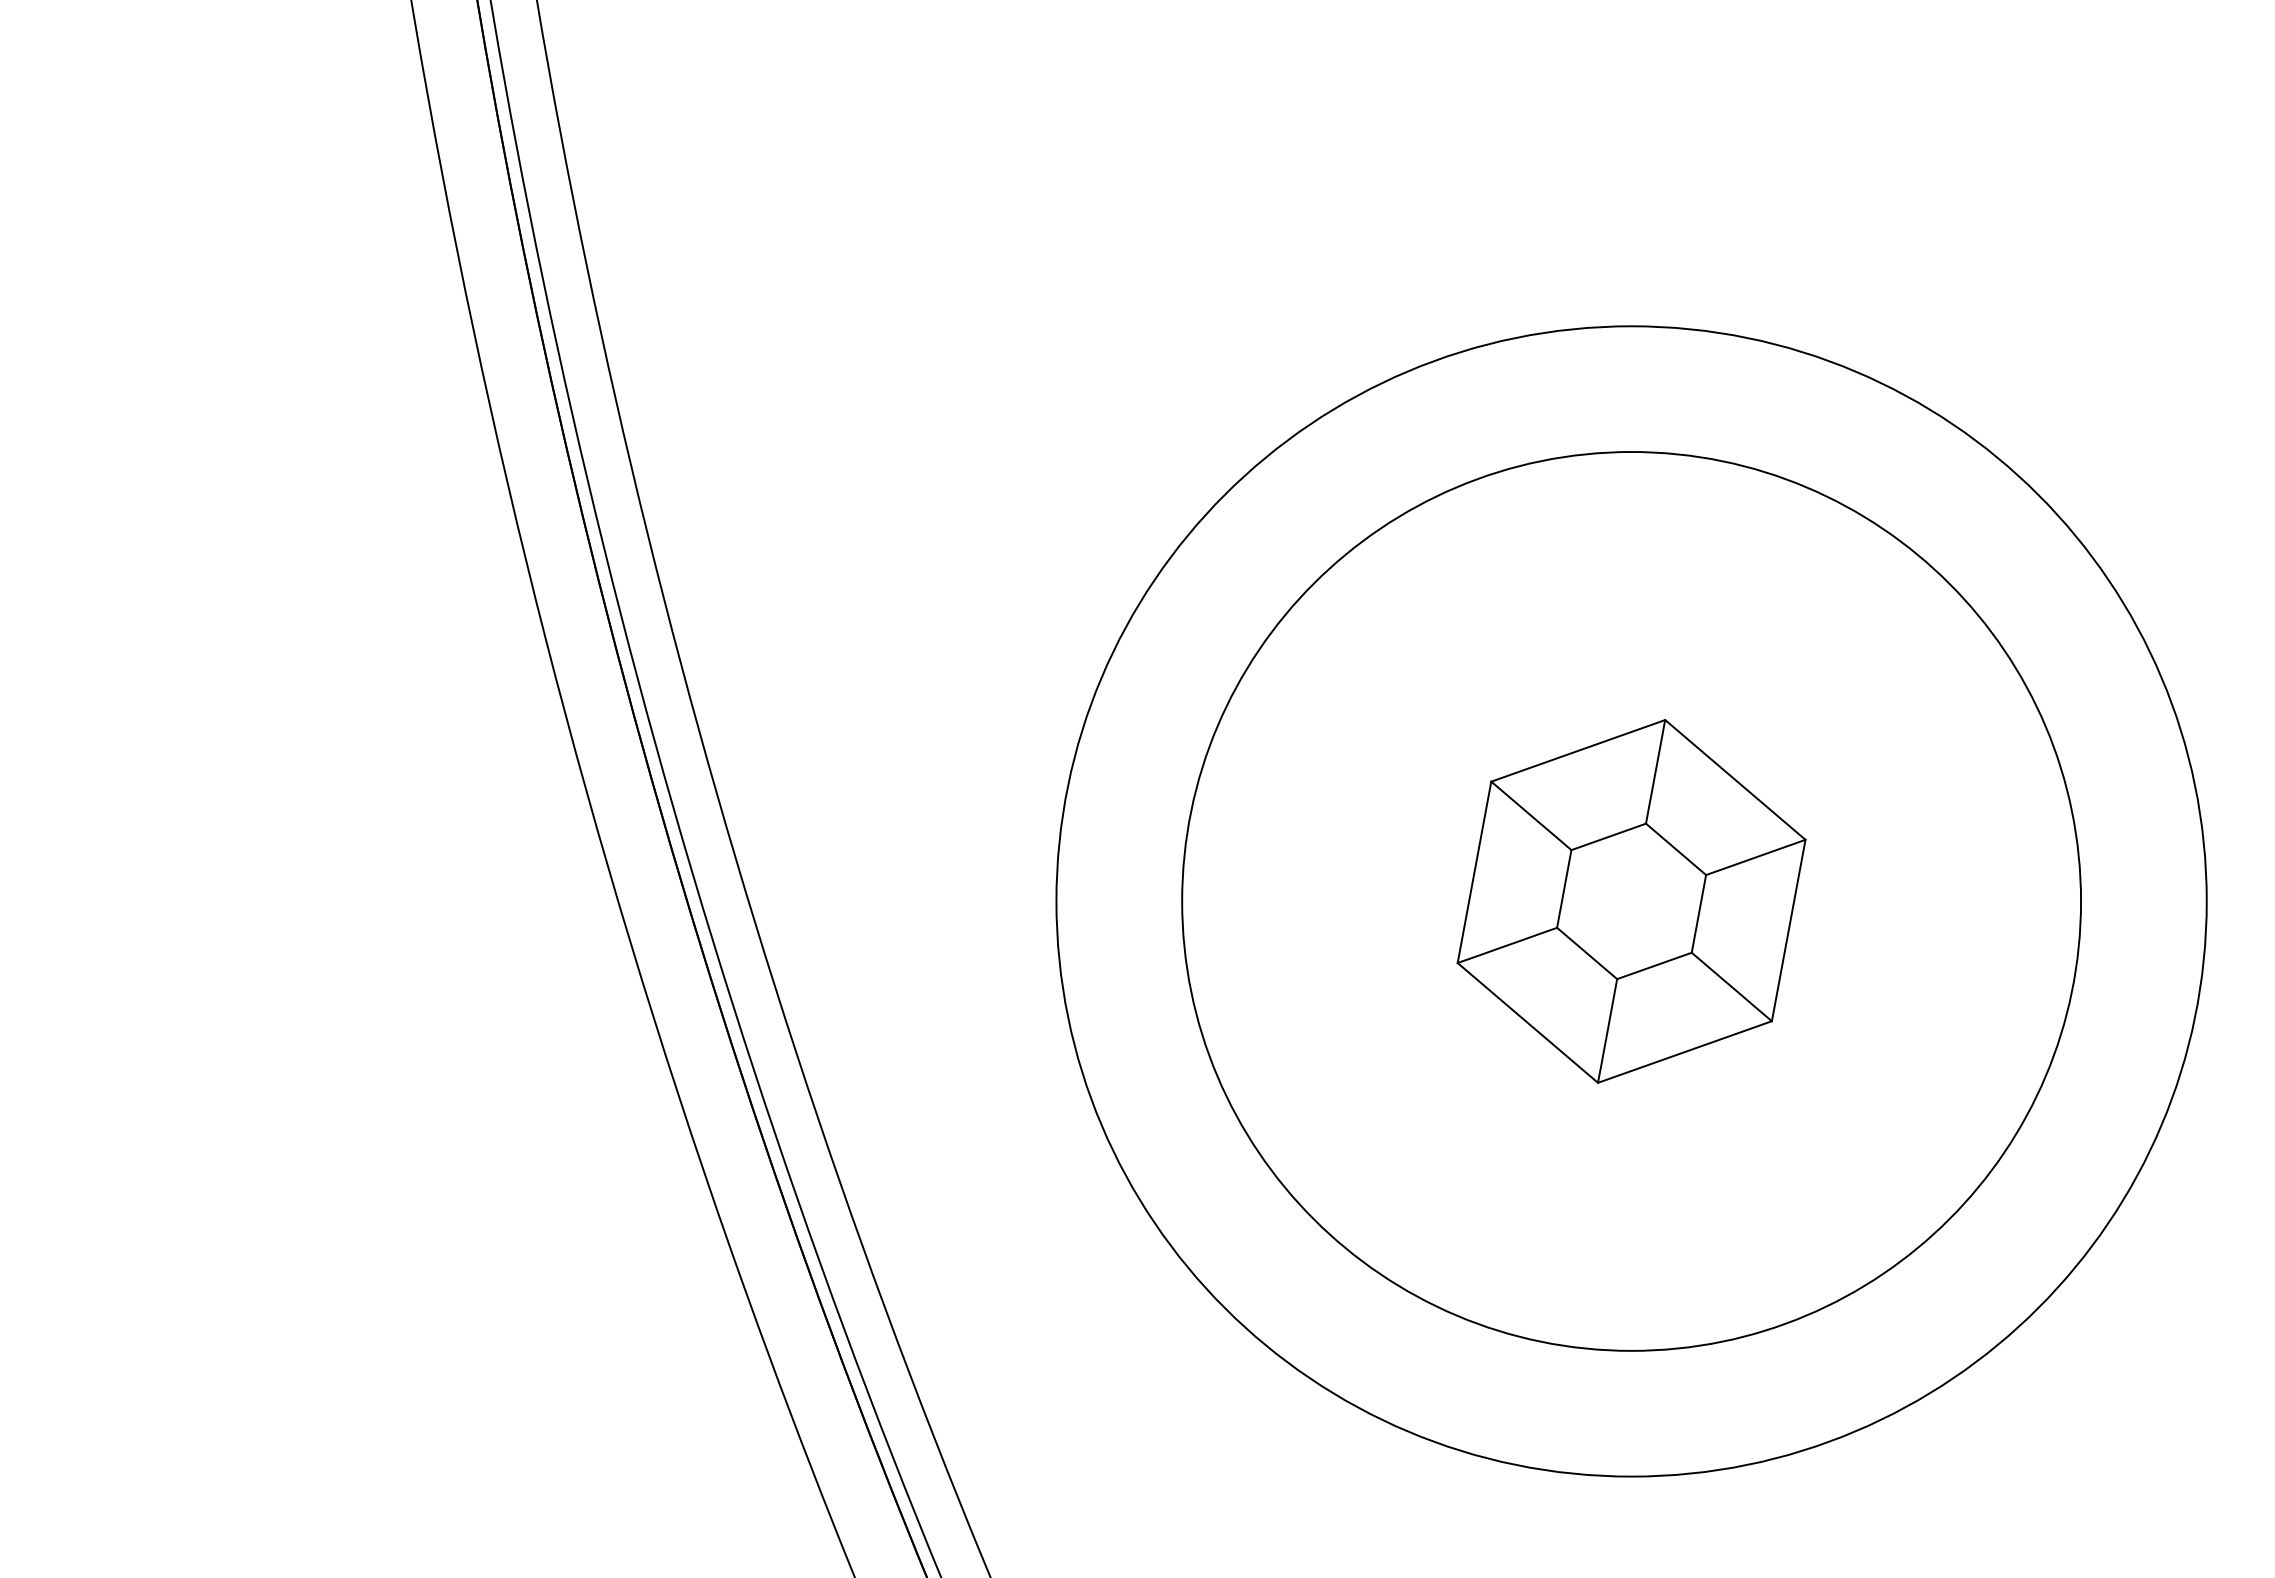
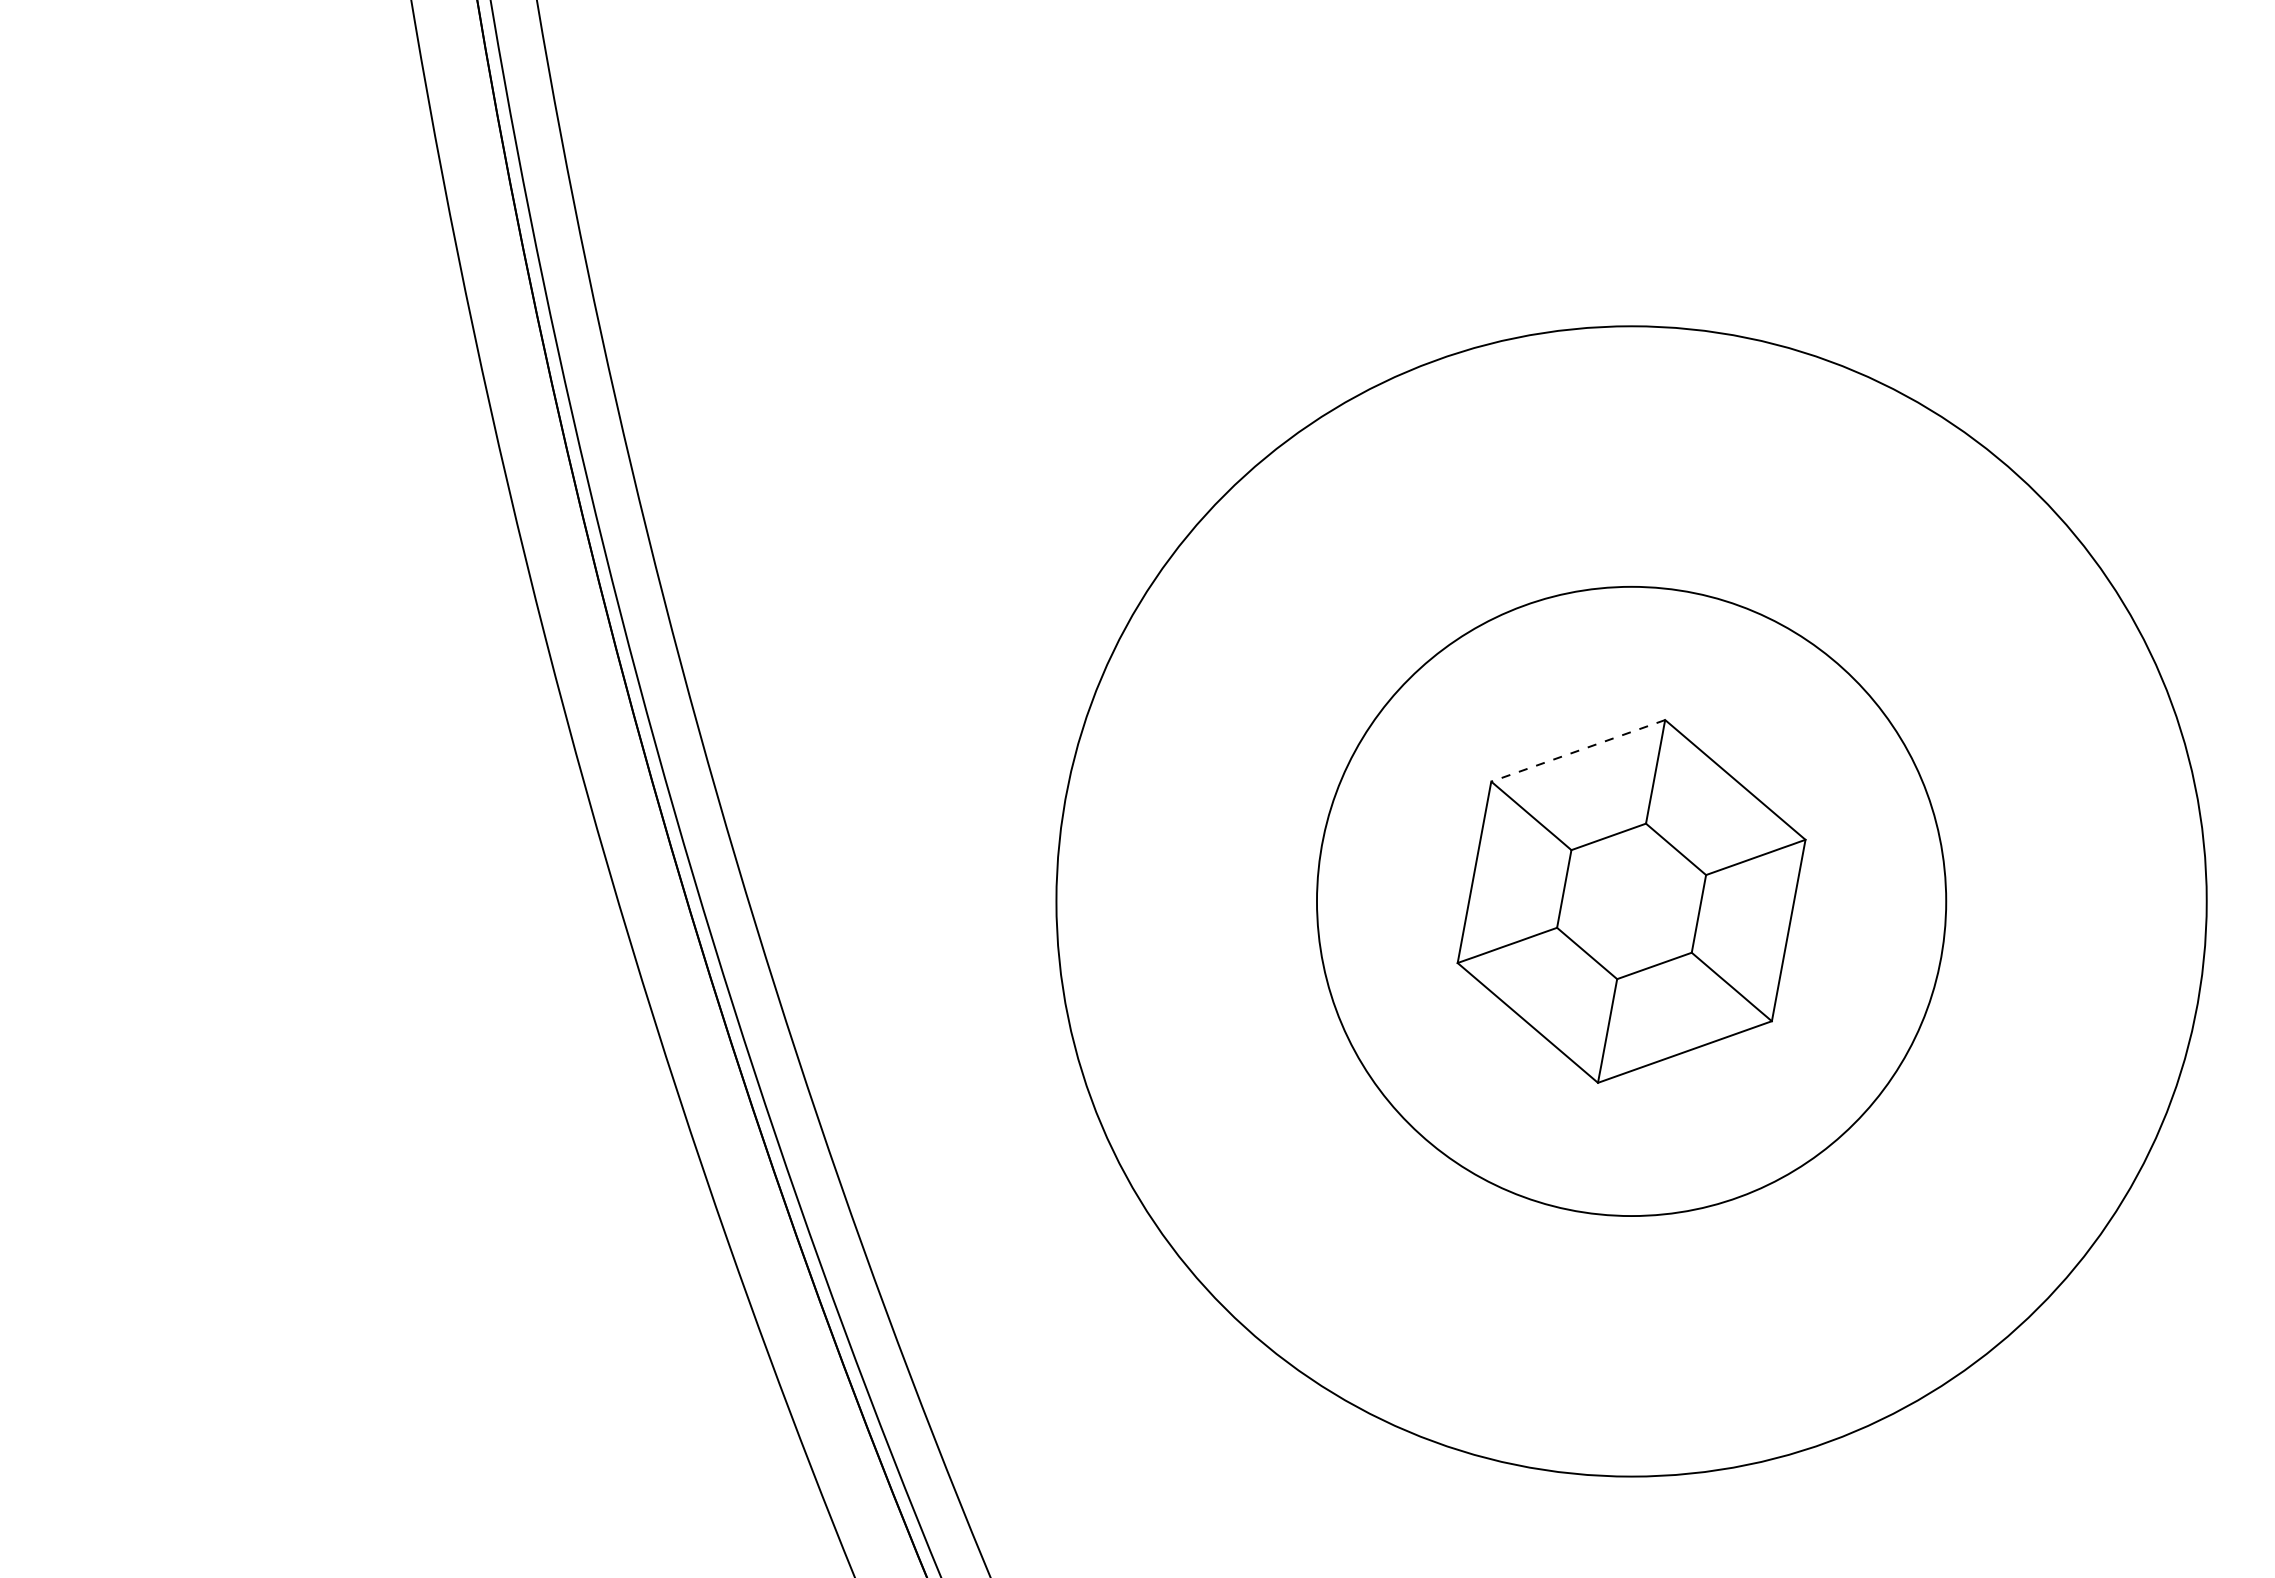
line at (1577, 751): solid -> dashed
circle at (1631, 901) diameter: 899 px -> 629 px
